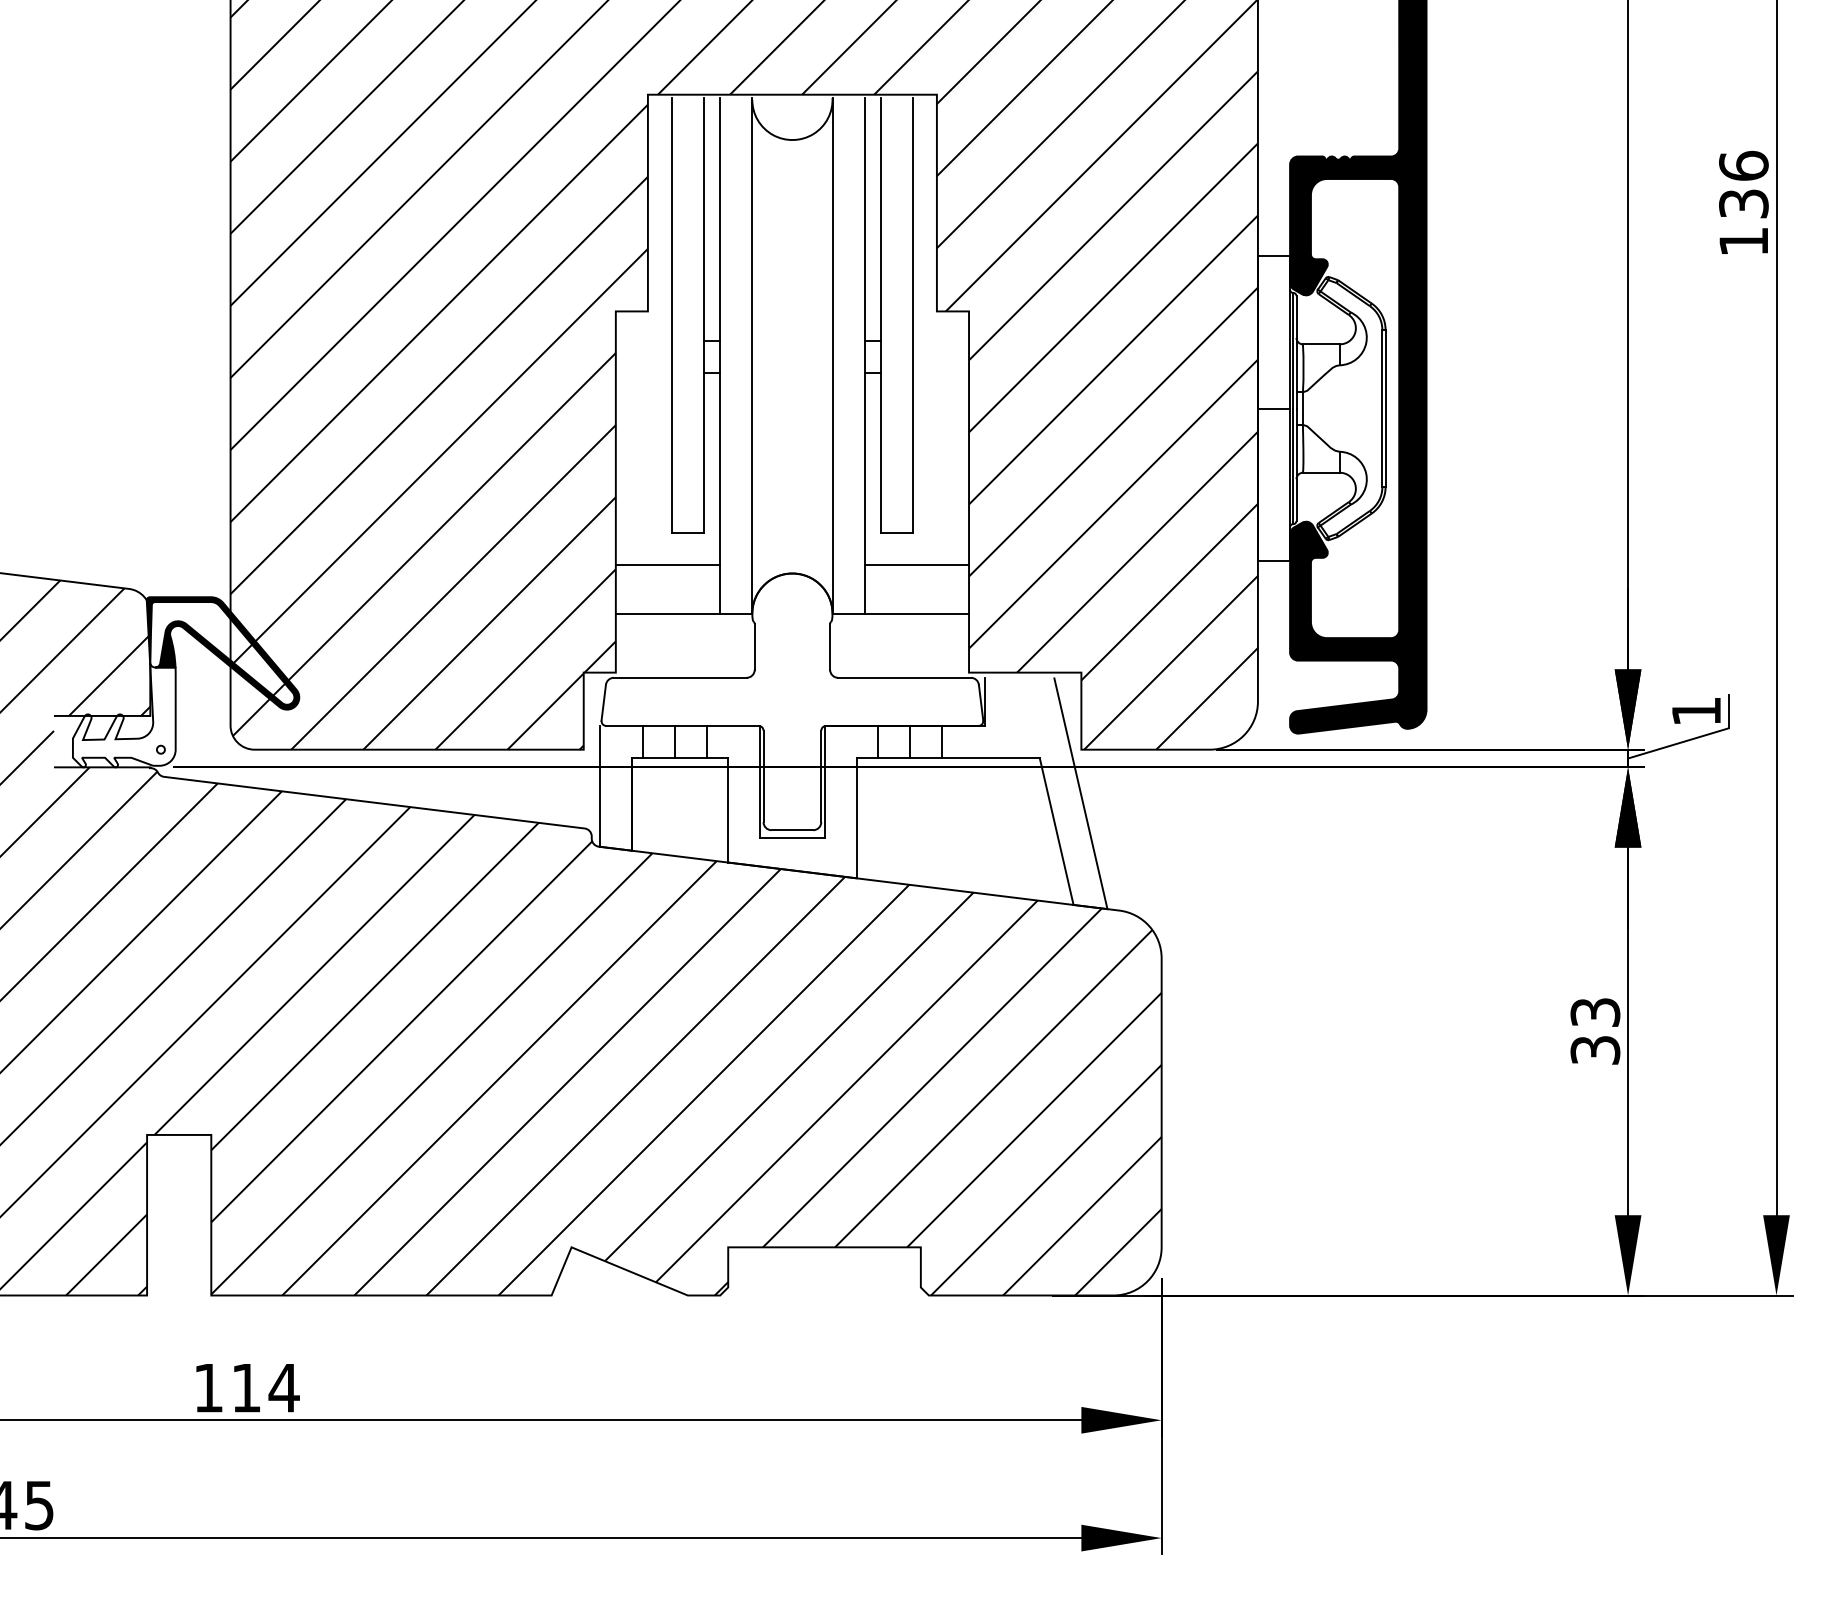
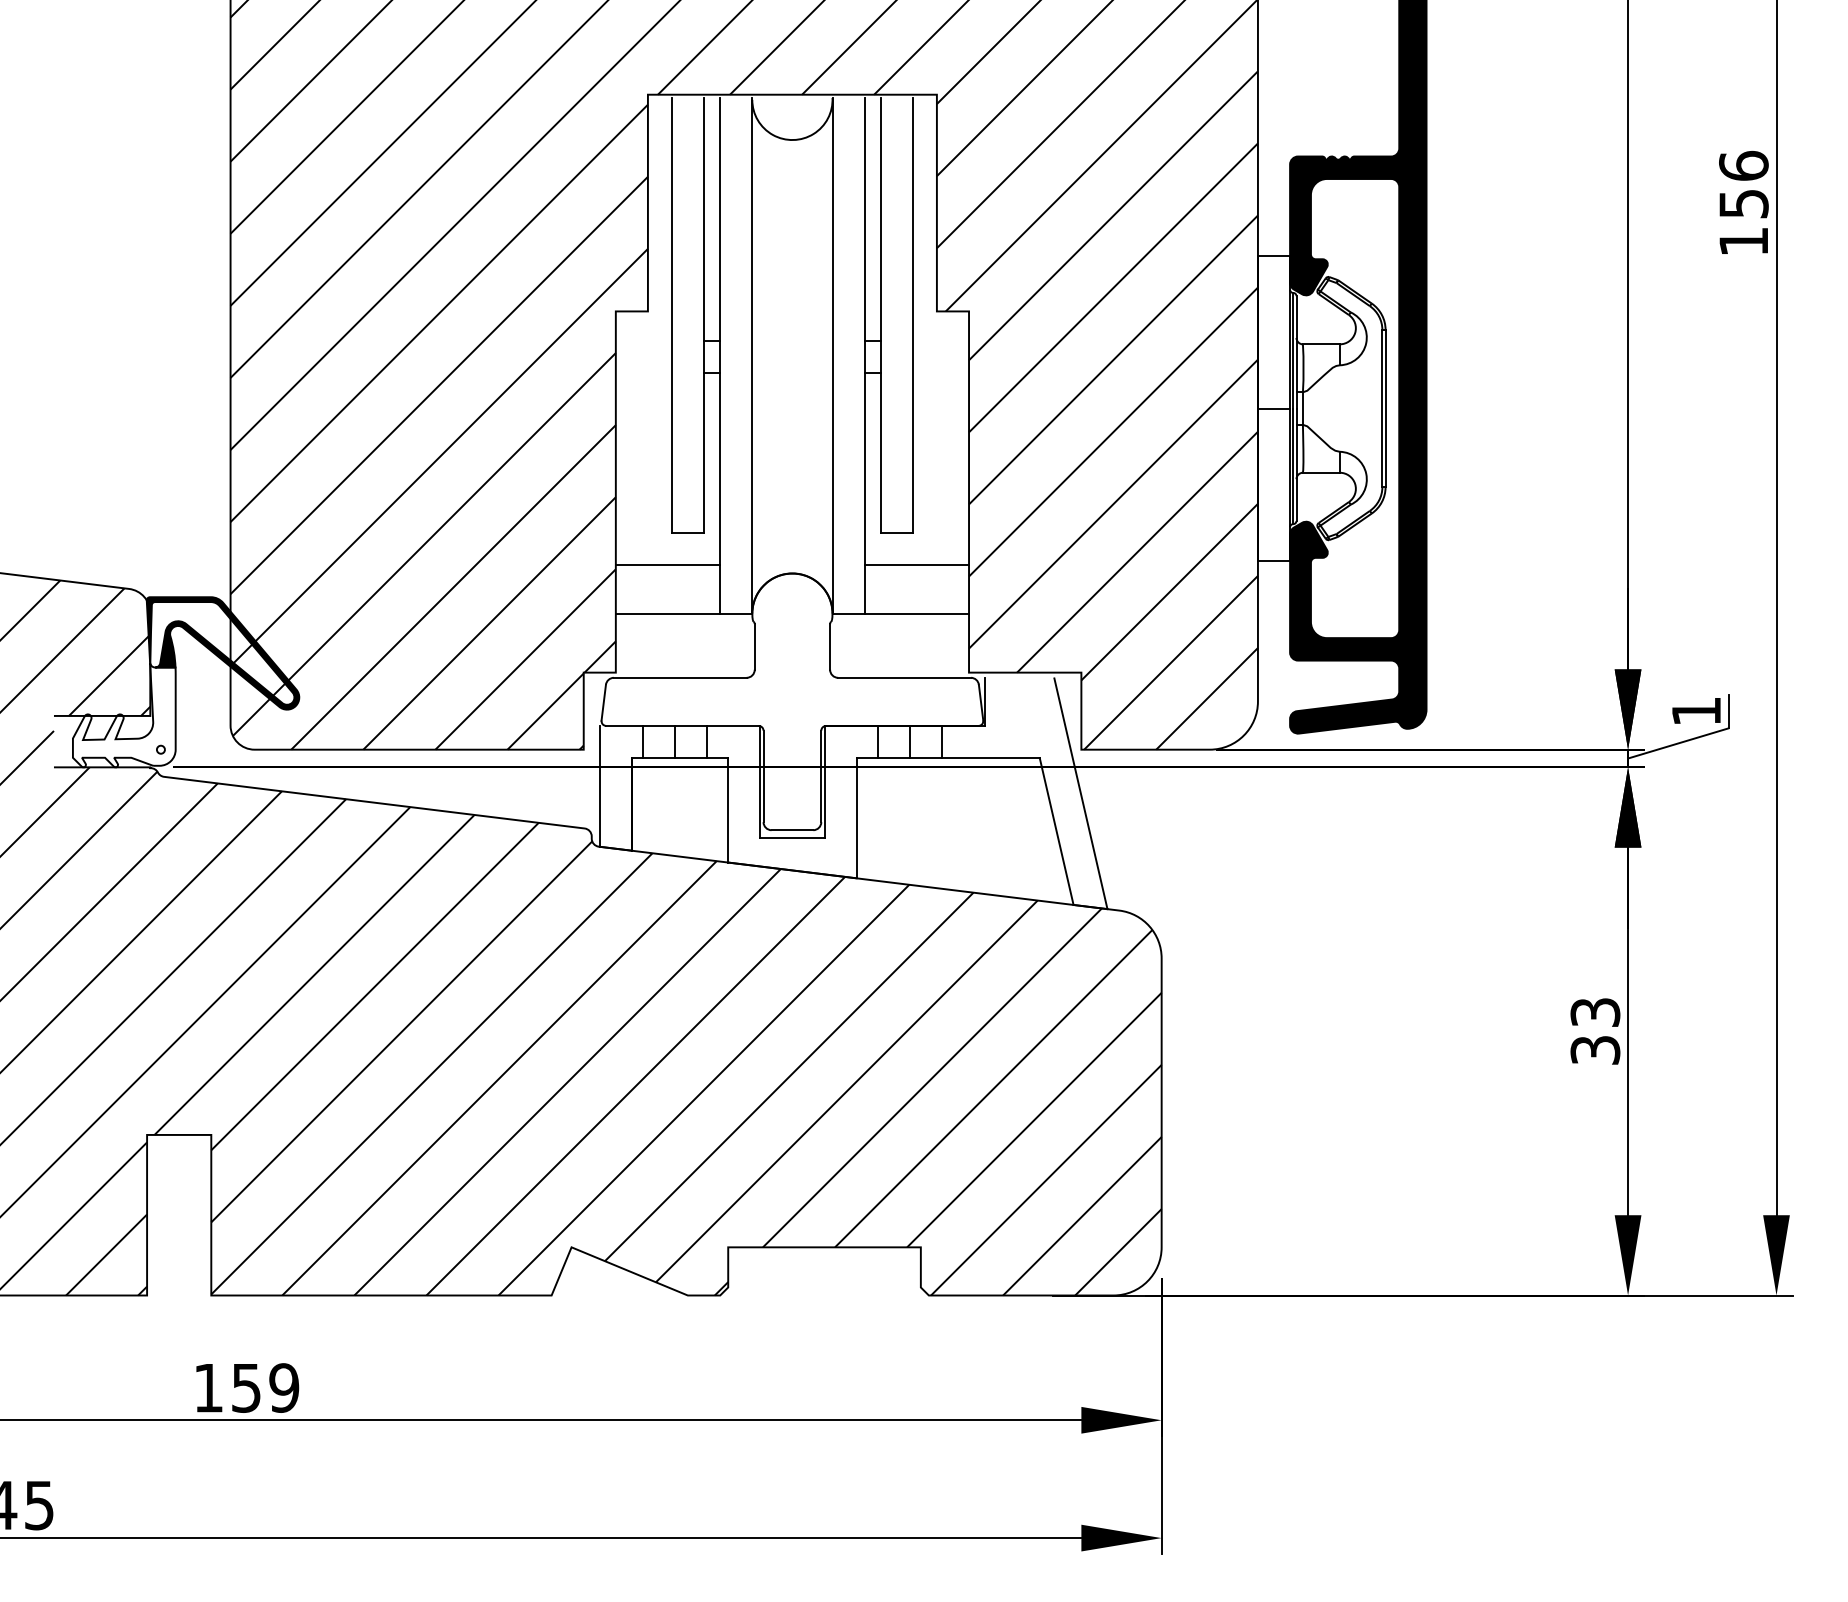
text at (1743, 203): 136 -> 156
text at (265, 1387): 114 -> 159
